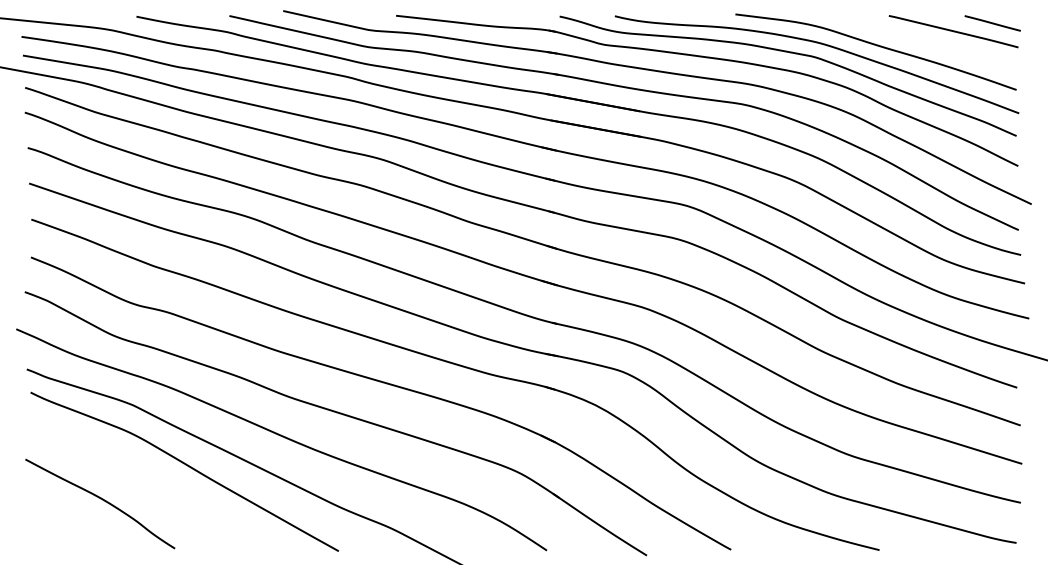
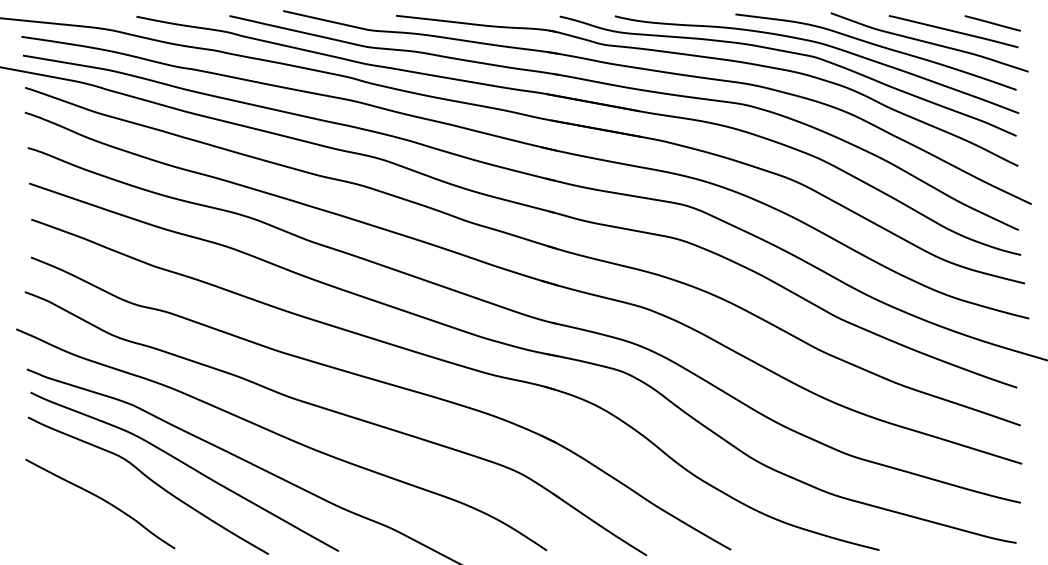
curve at (929, 42): none -> present
curve at (151, 481): none -> present
